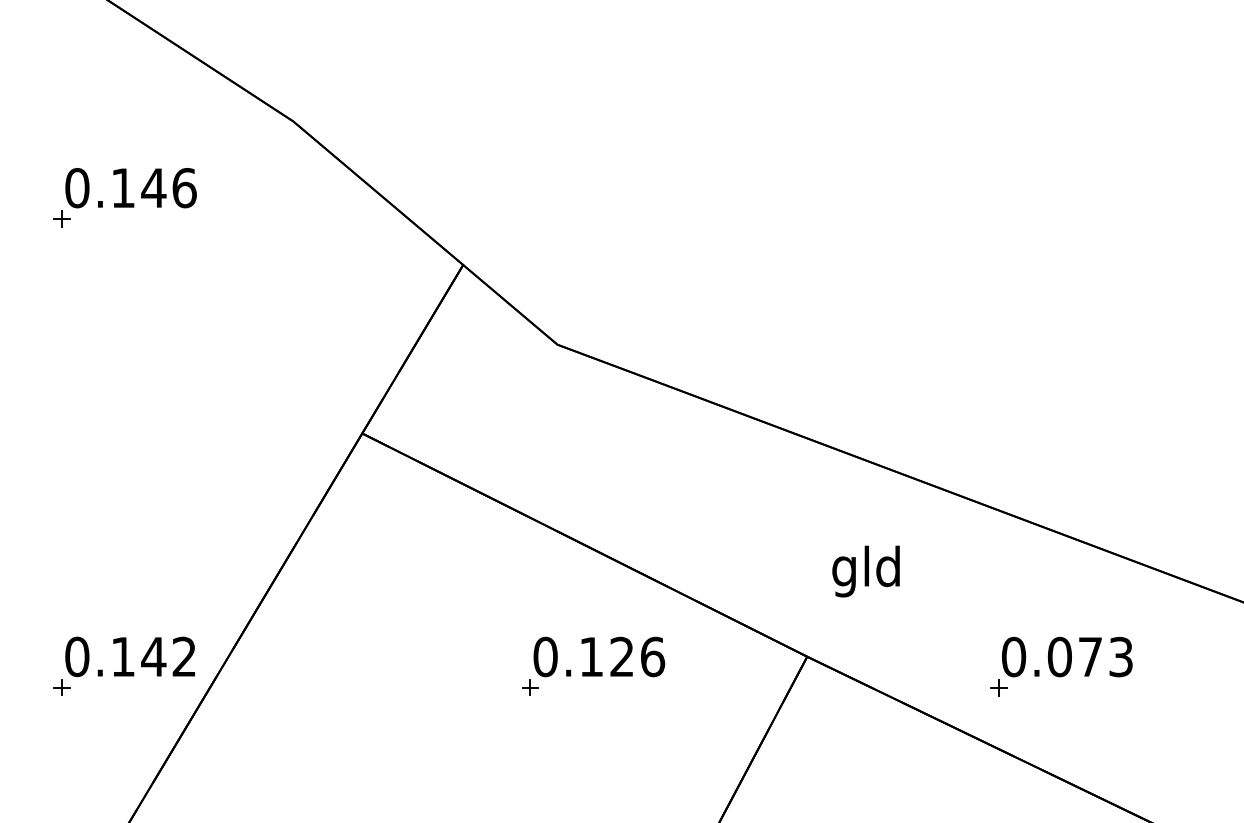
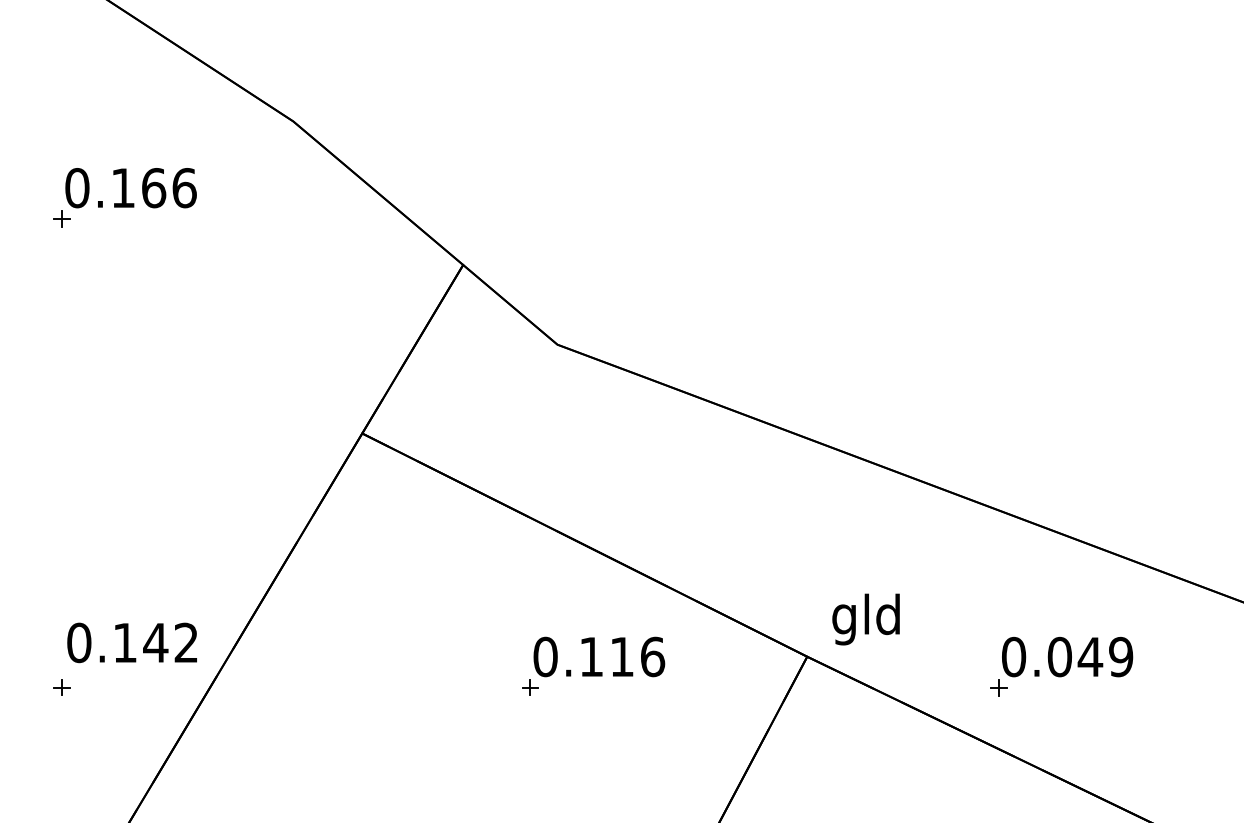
text at (153, 188): 0.146 -> 0.166
text at (865, 571) position: (865, 571) -> (865, 619)
text at (129, 656) position: (129, 656) -> (131, 642)
text at (621, 656): 0.126 -> 0.116
text at (1105, 657): 0.073 -> 0.049
